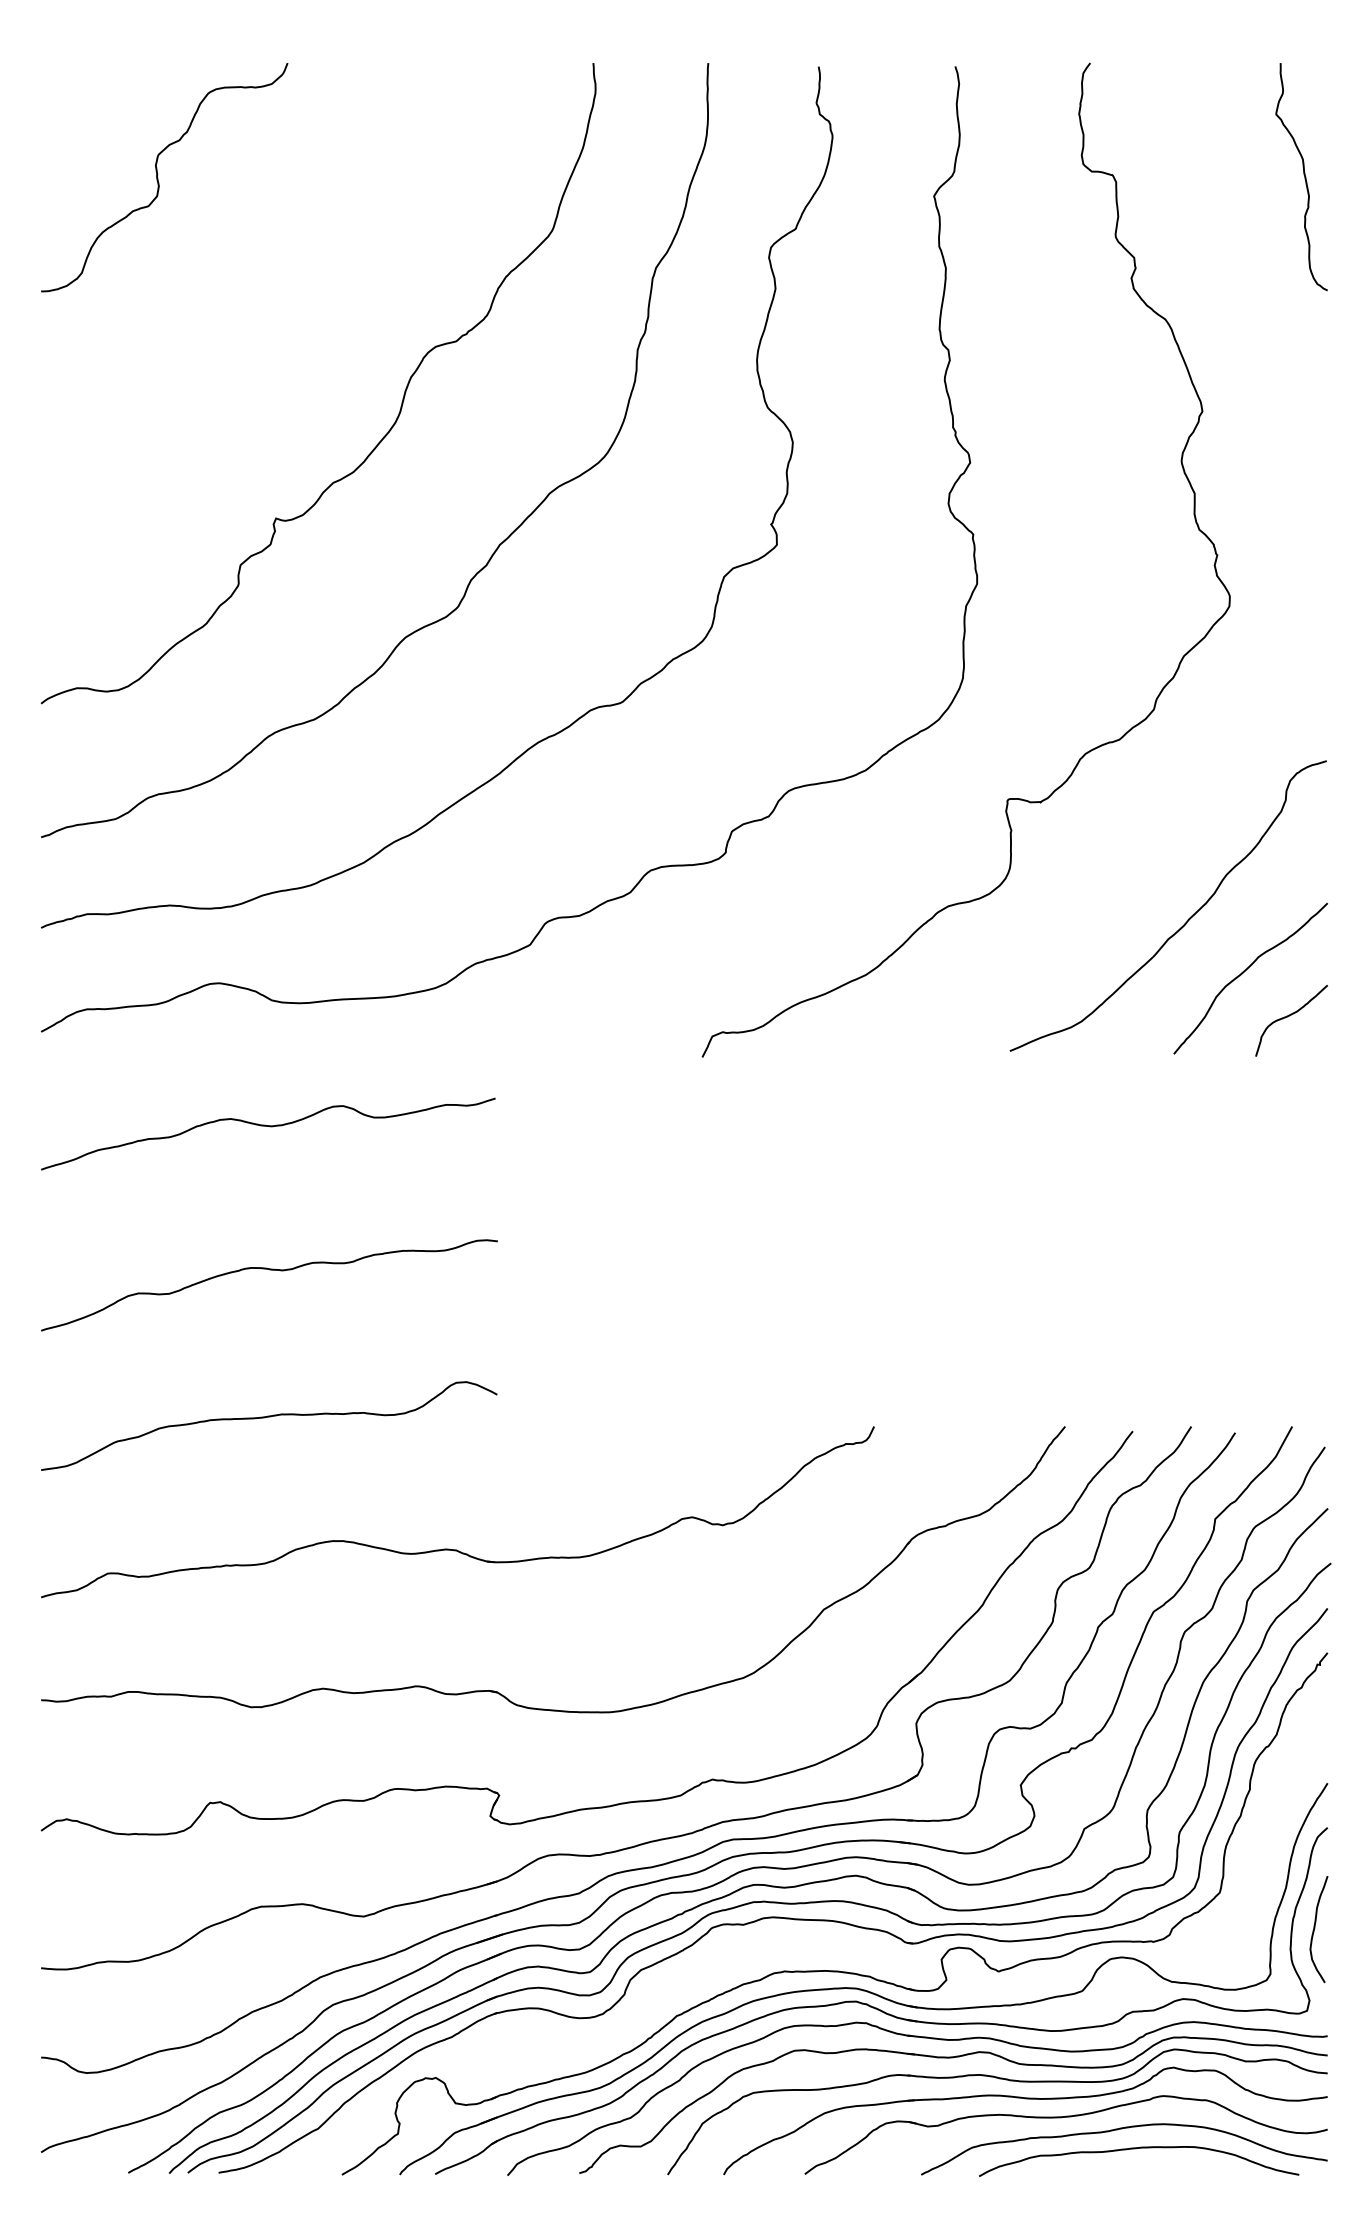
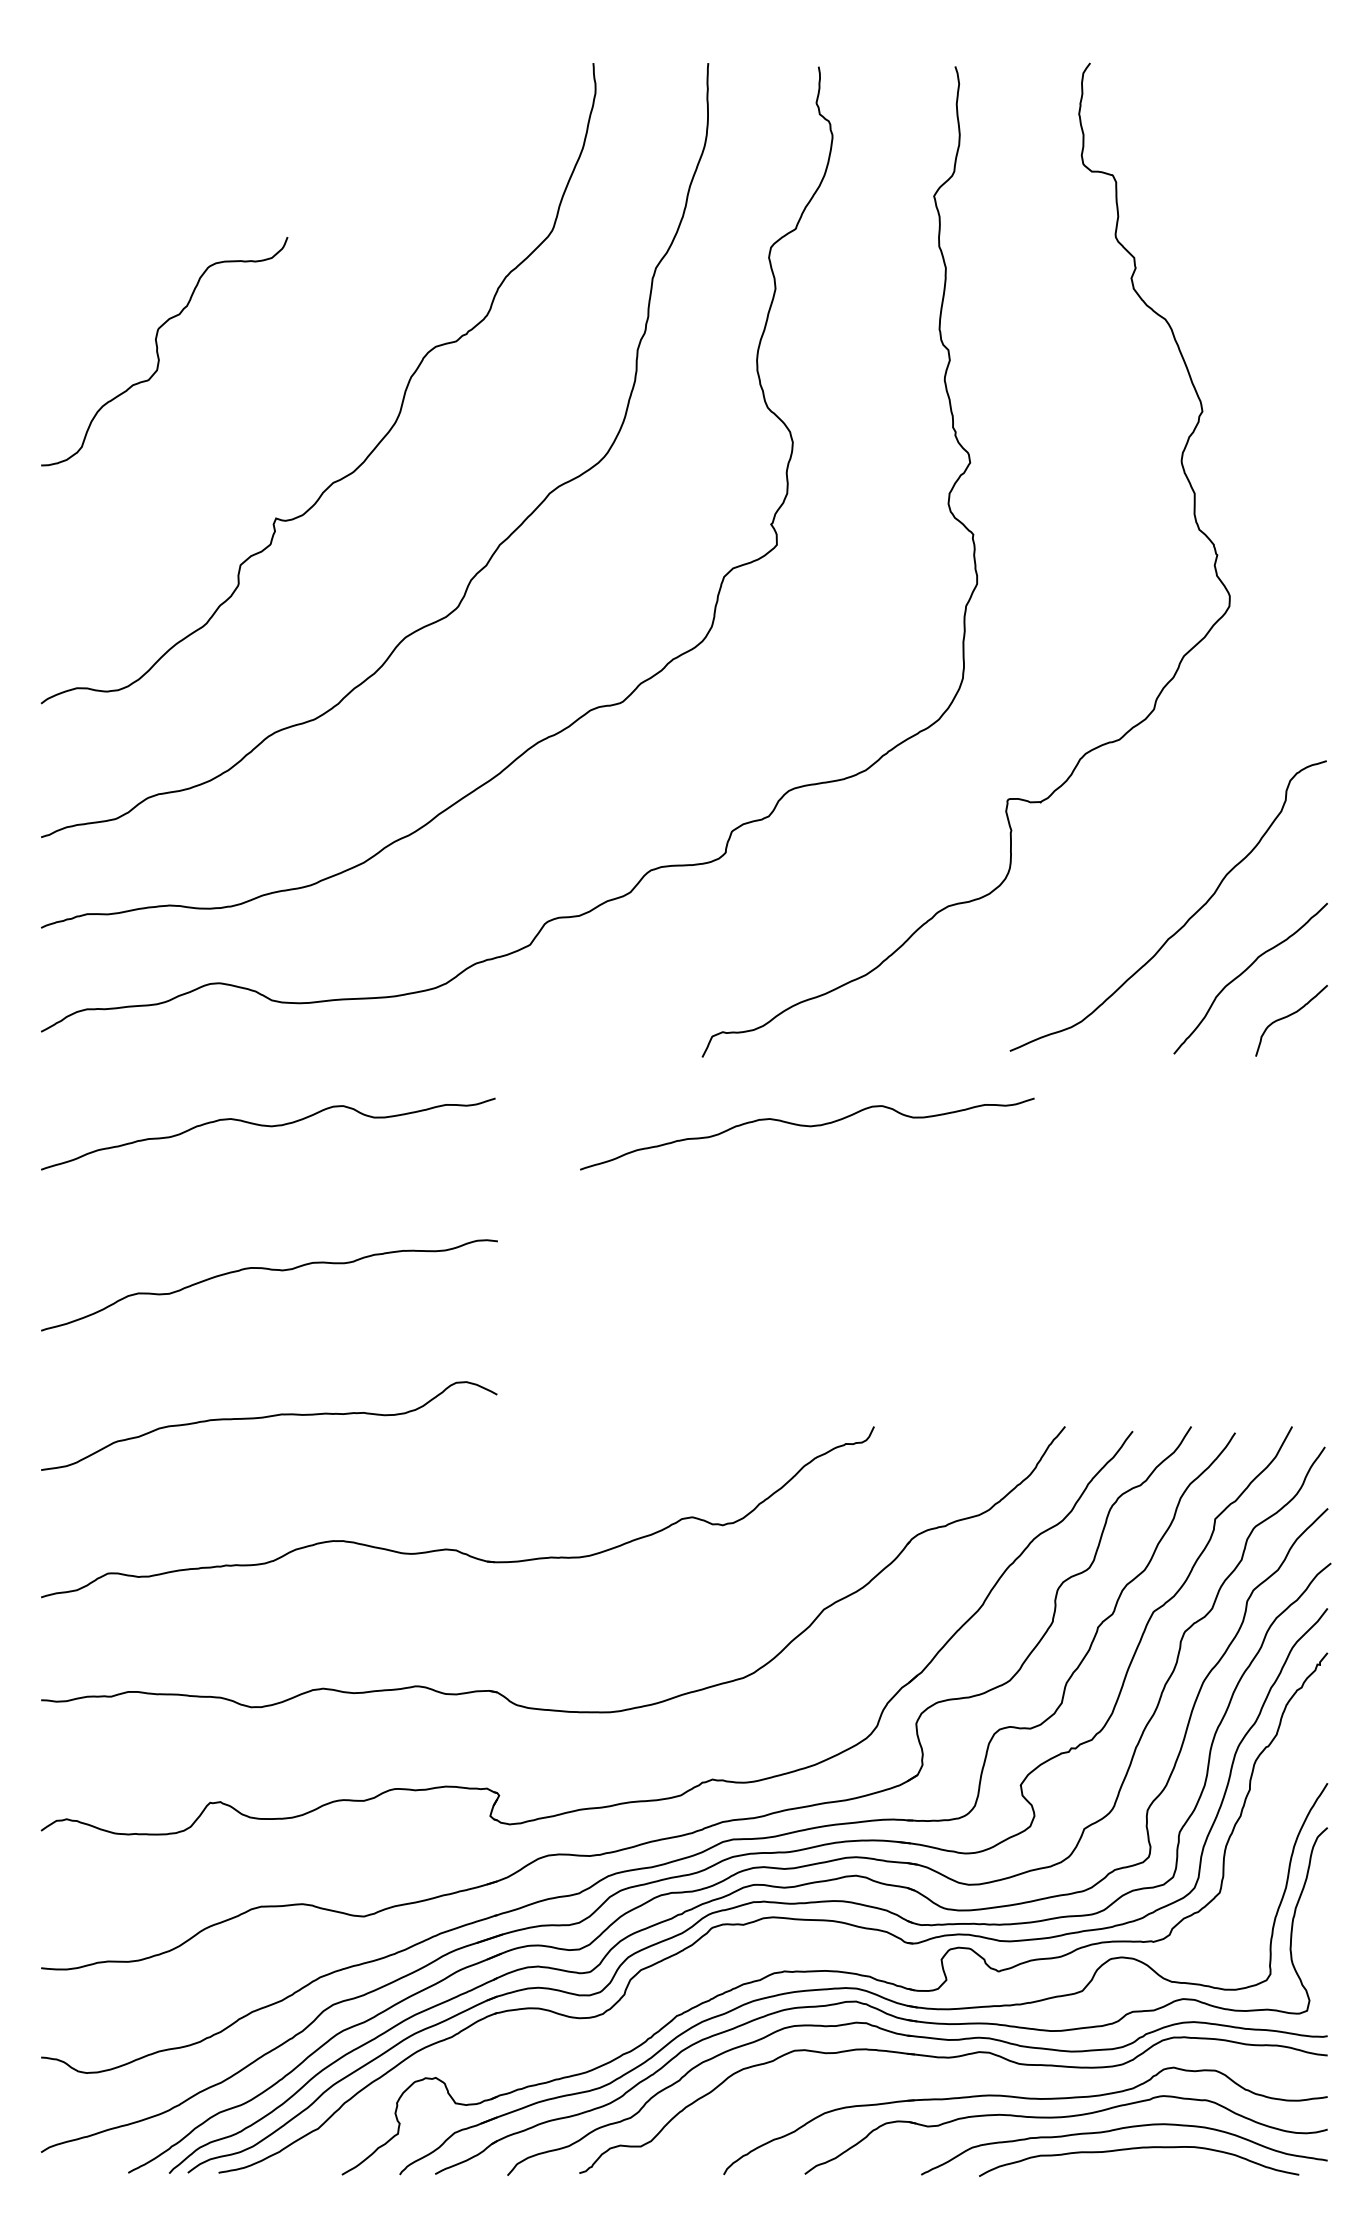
curve at (1304, 177): present -> none
curve at (158, 178) position: (158, 178) -> (158, 352)
curve at (808, 1127): none -> present
curve at (1315, 1928): present -> none
part at (1005, 2080): present -> none
